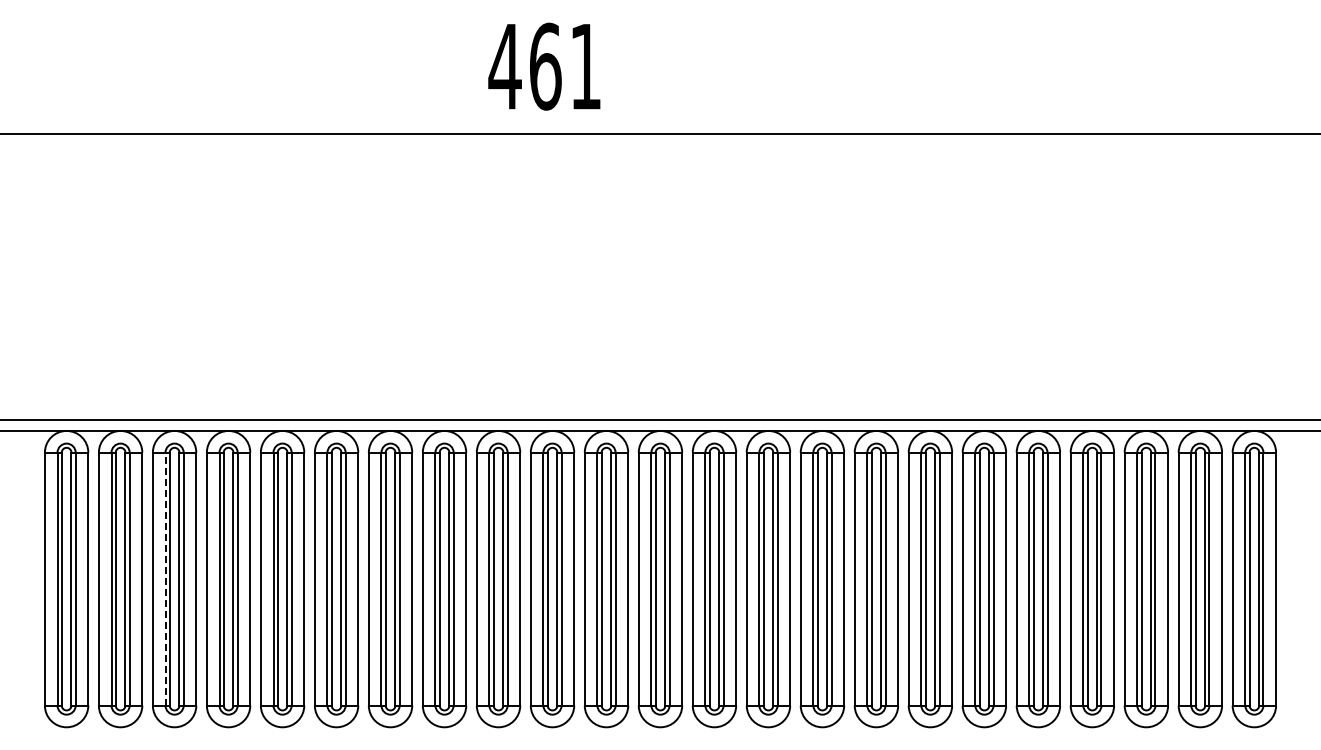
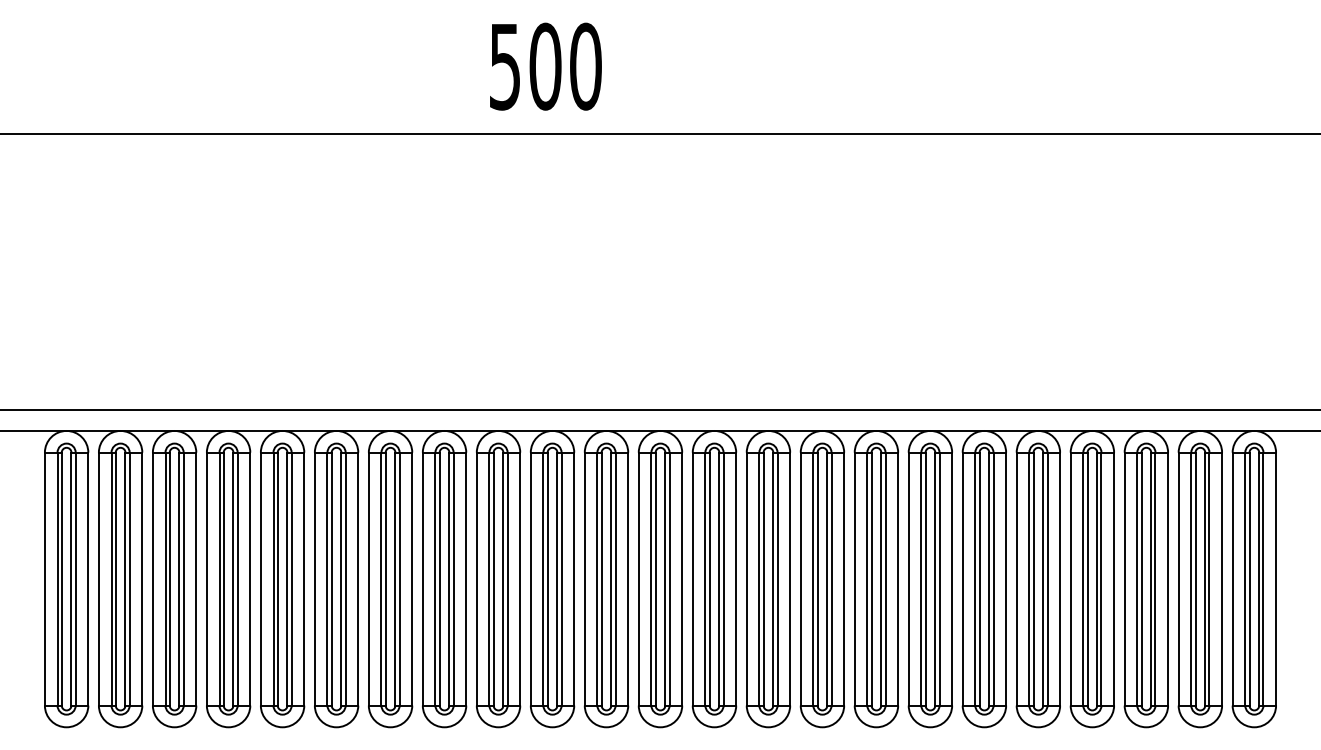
text at (544, 66): 461 -> 500
line at (659, 420) position: (659, 420) -> (659, 410)
line at (165, 578): dashed -> solid
